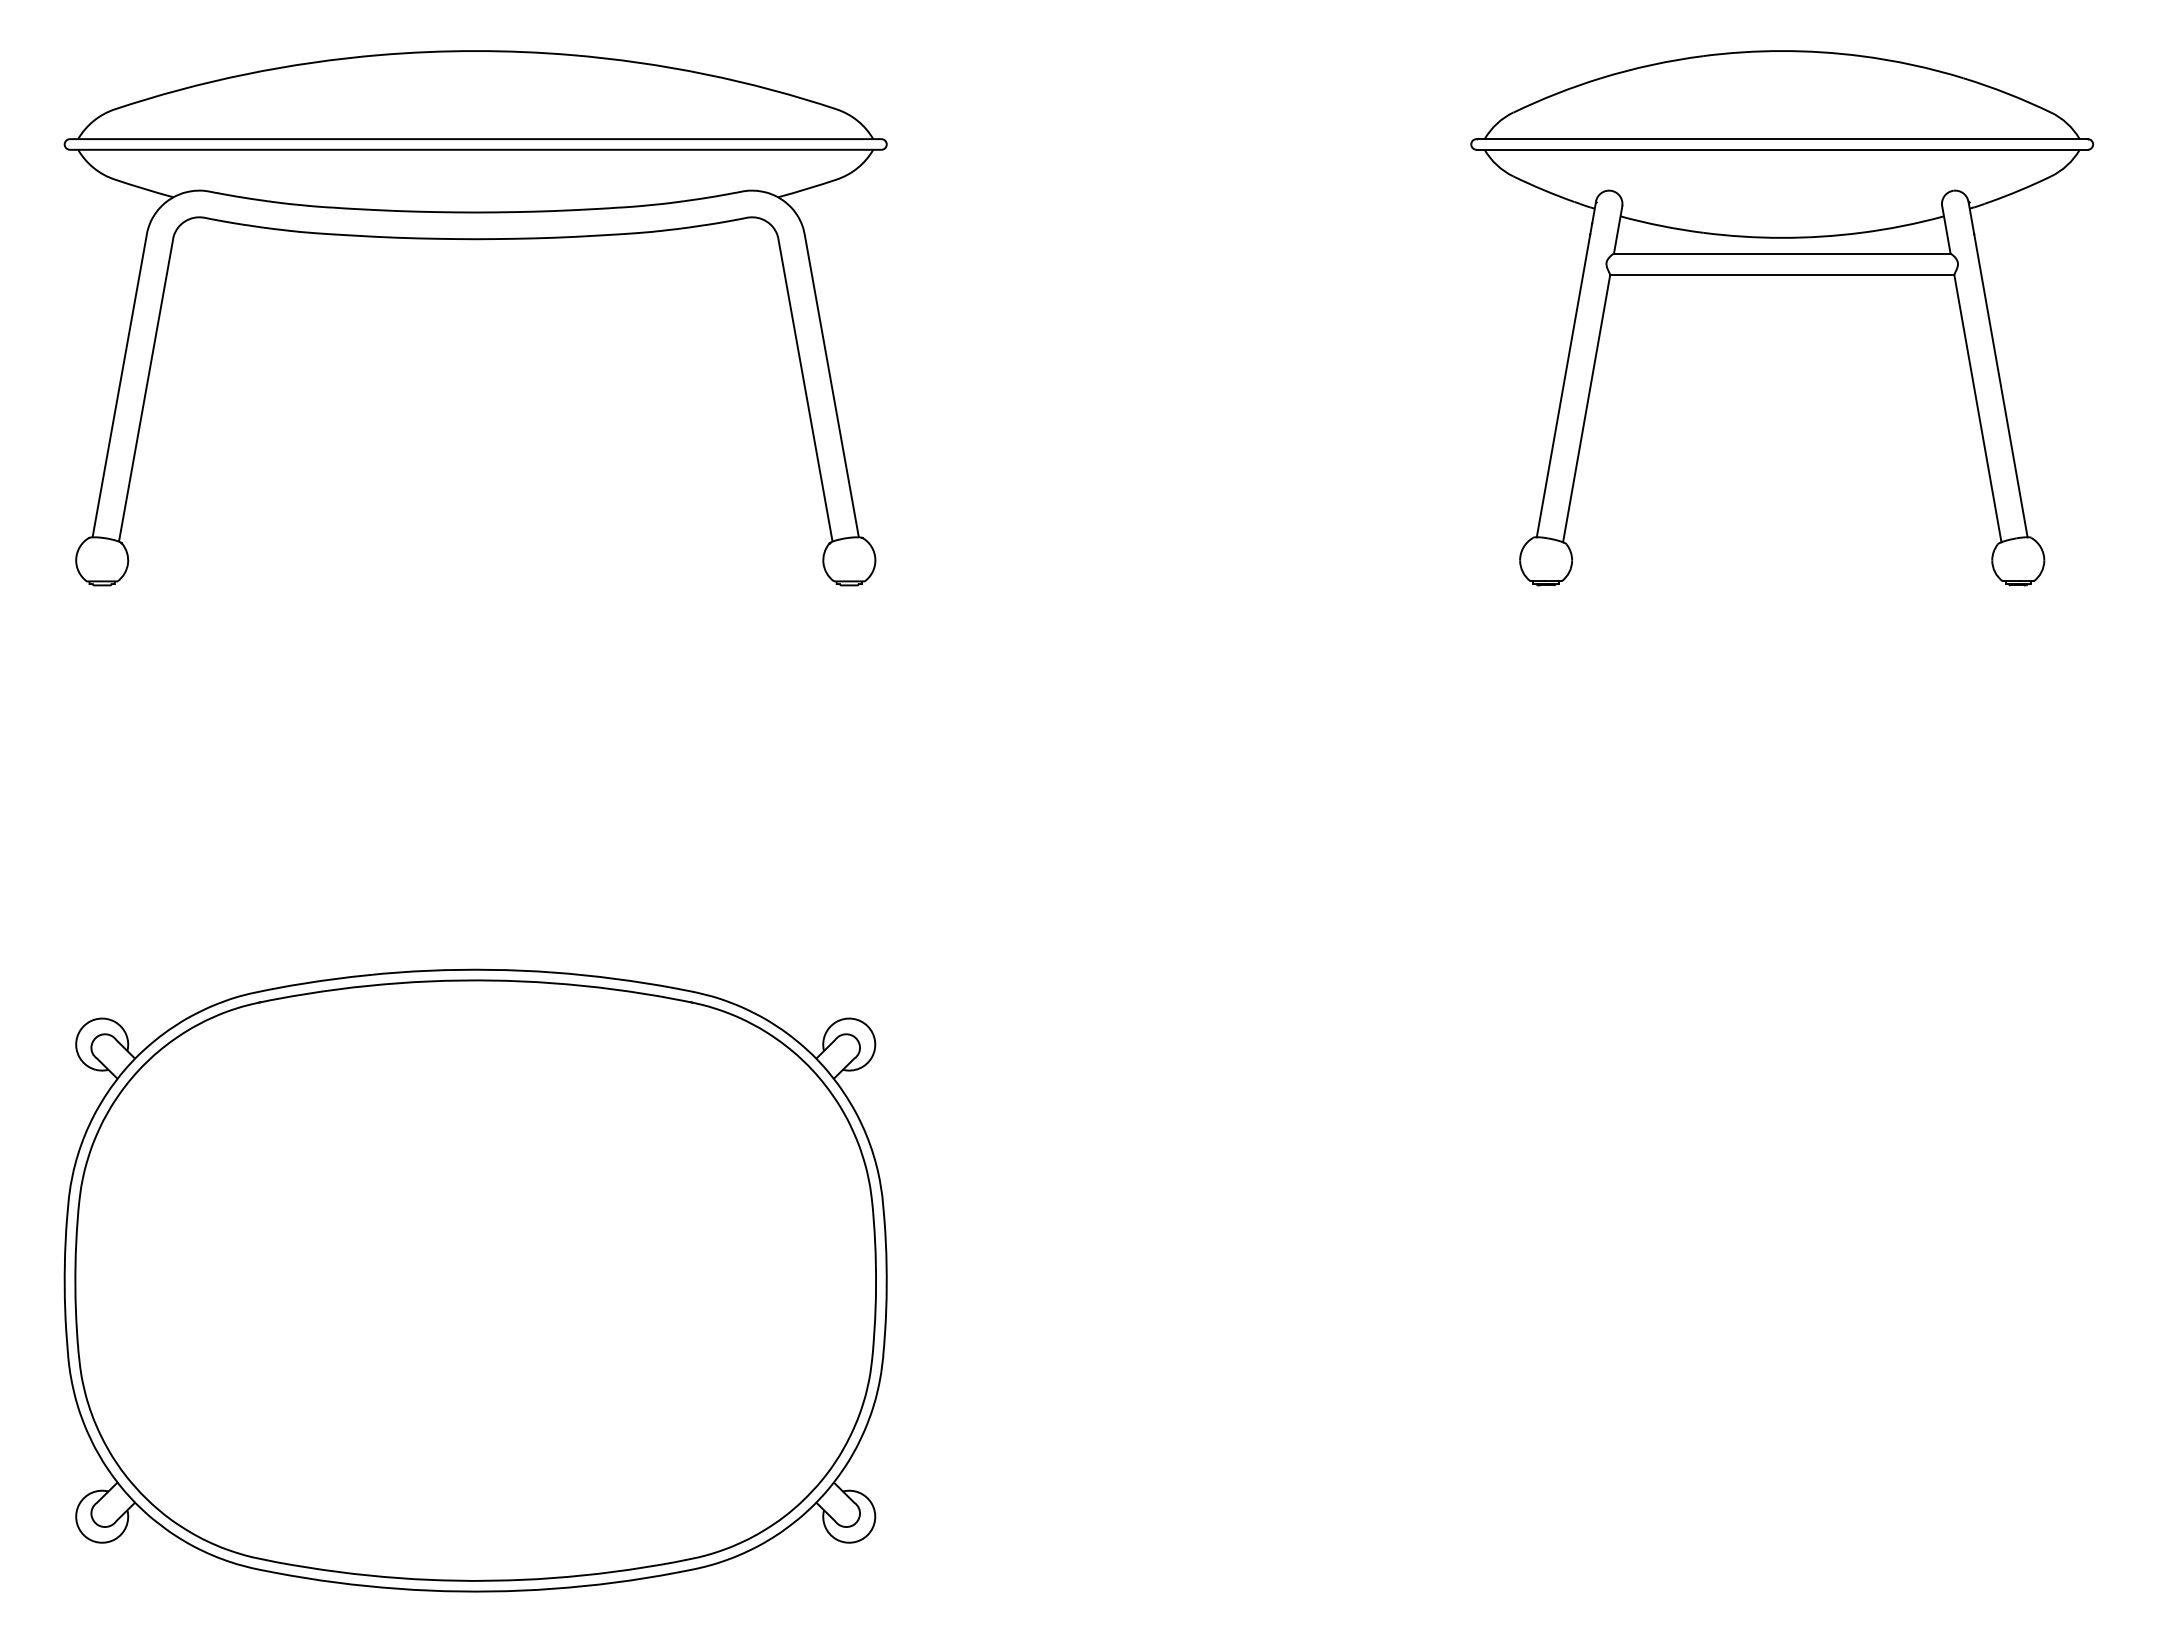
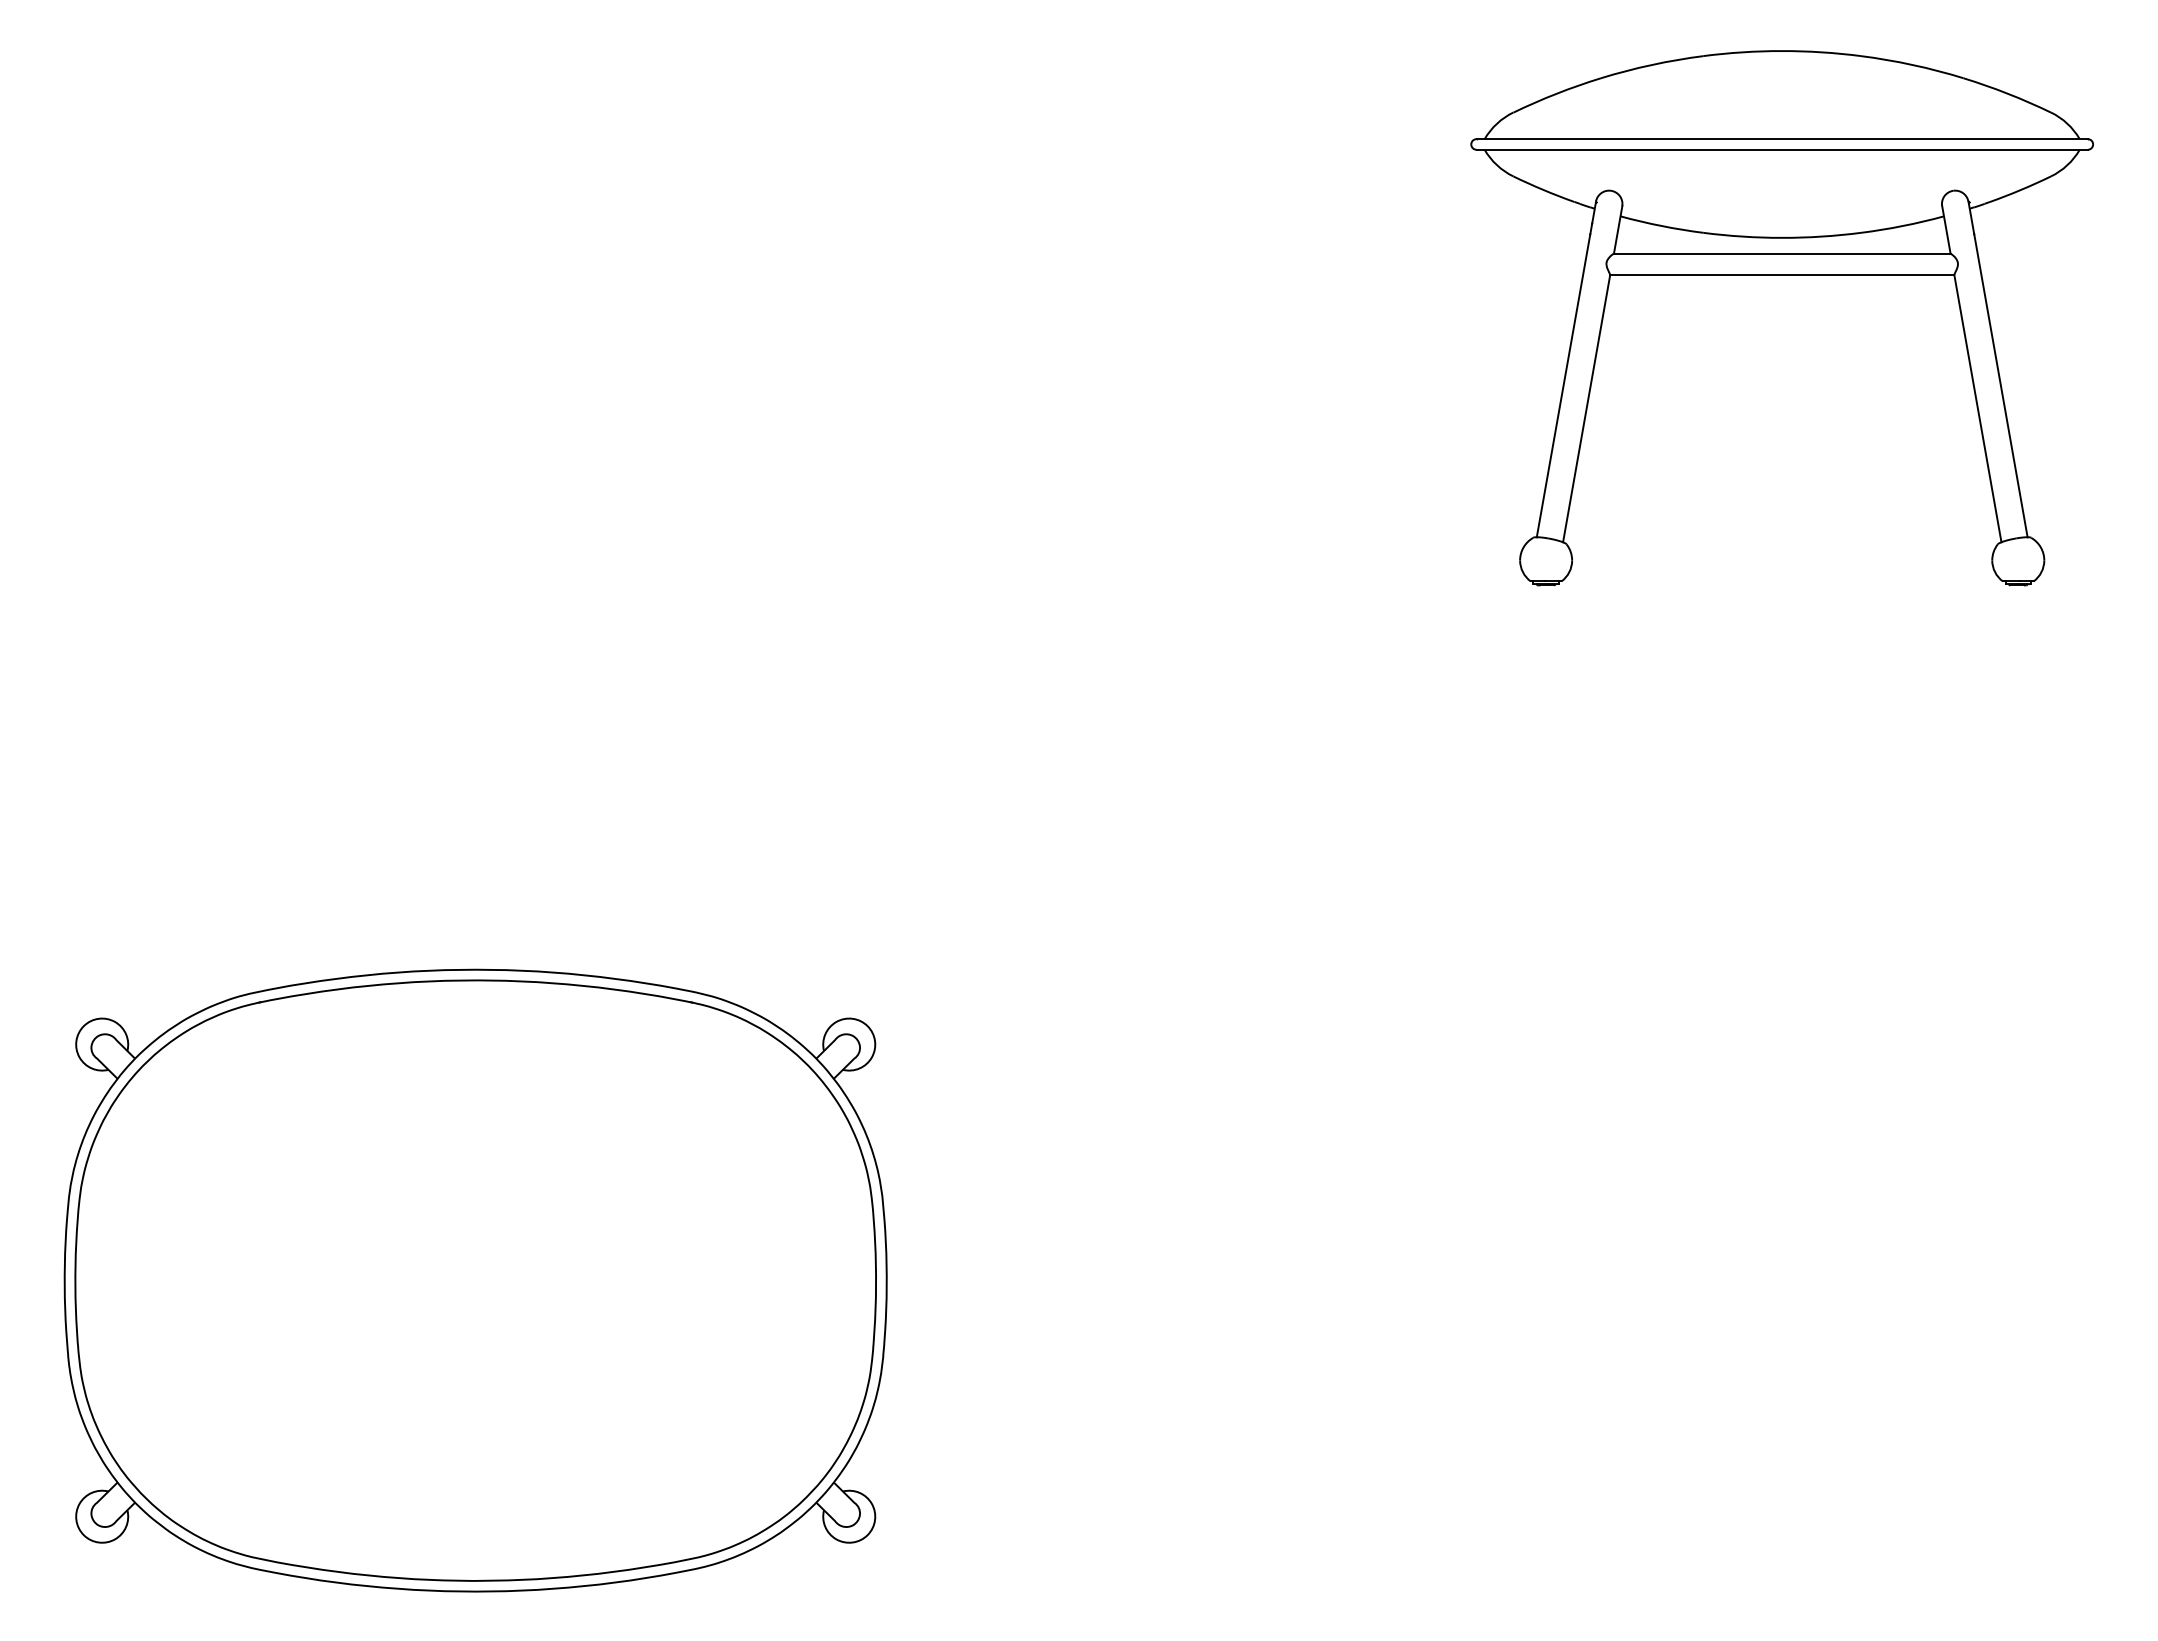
part at (475, 240): present -> none
